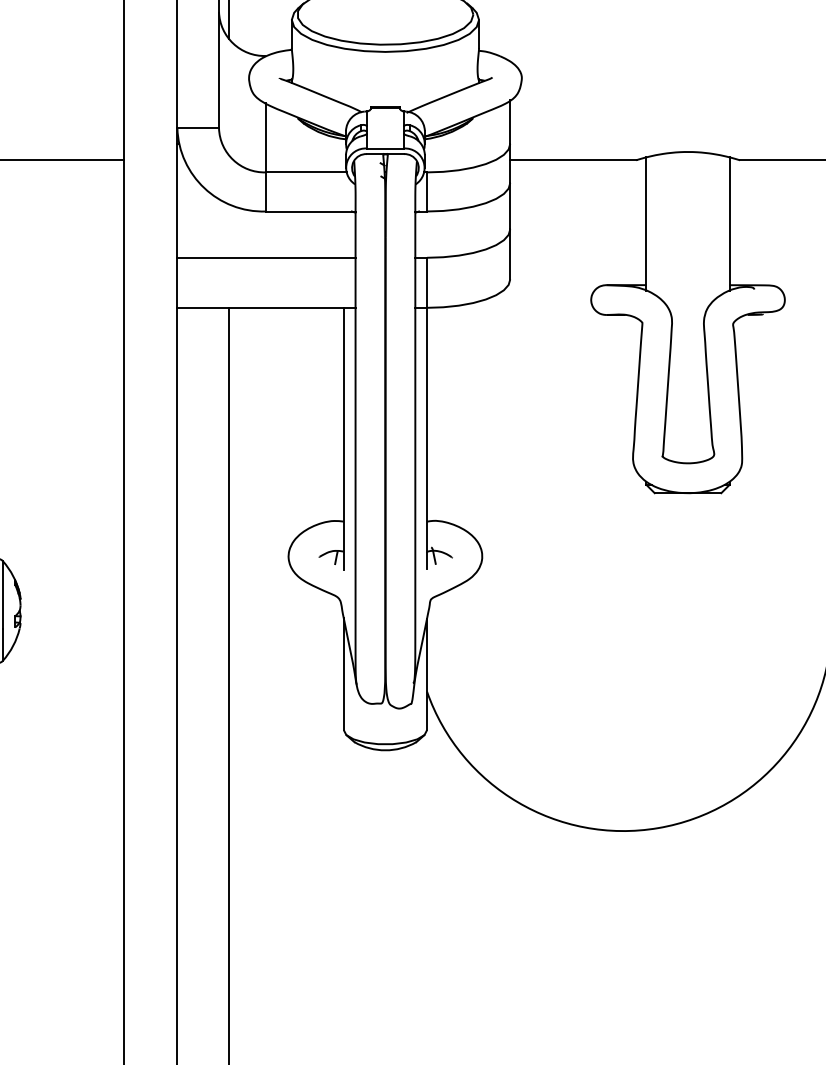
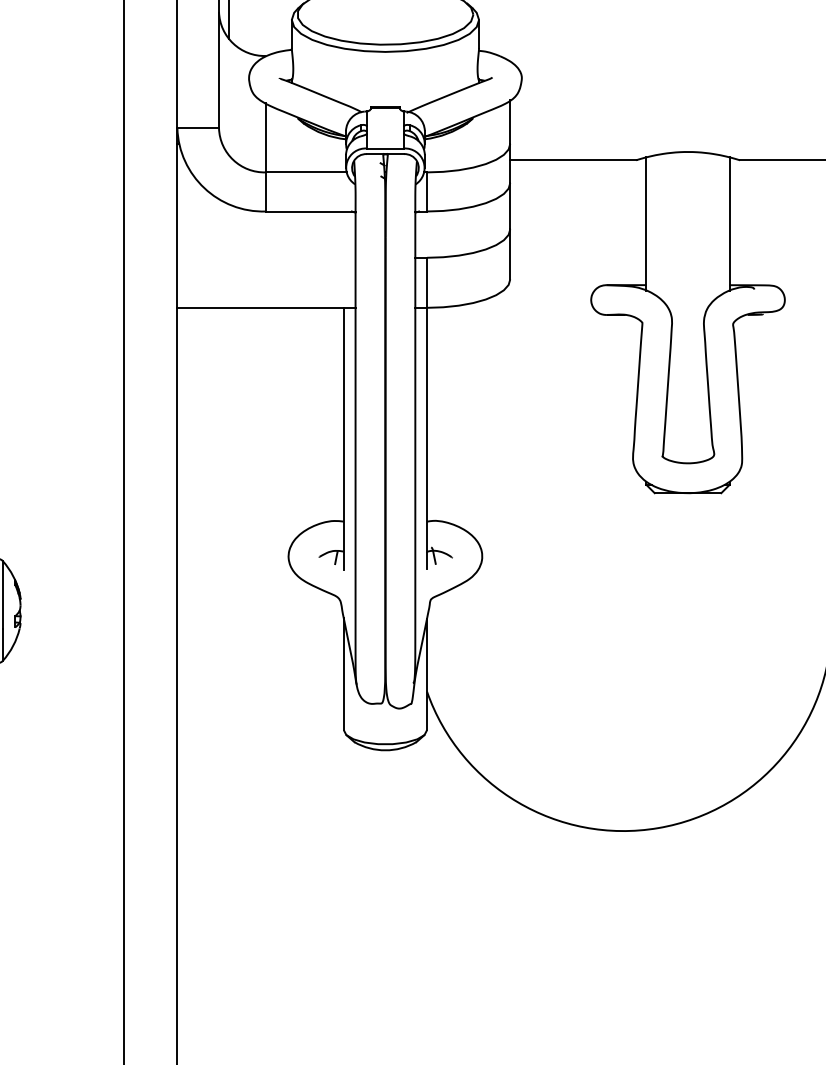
line at (63, 160): present -> none
line at (266, 257): present -> none
line at (229, 684): present -> none
